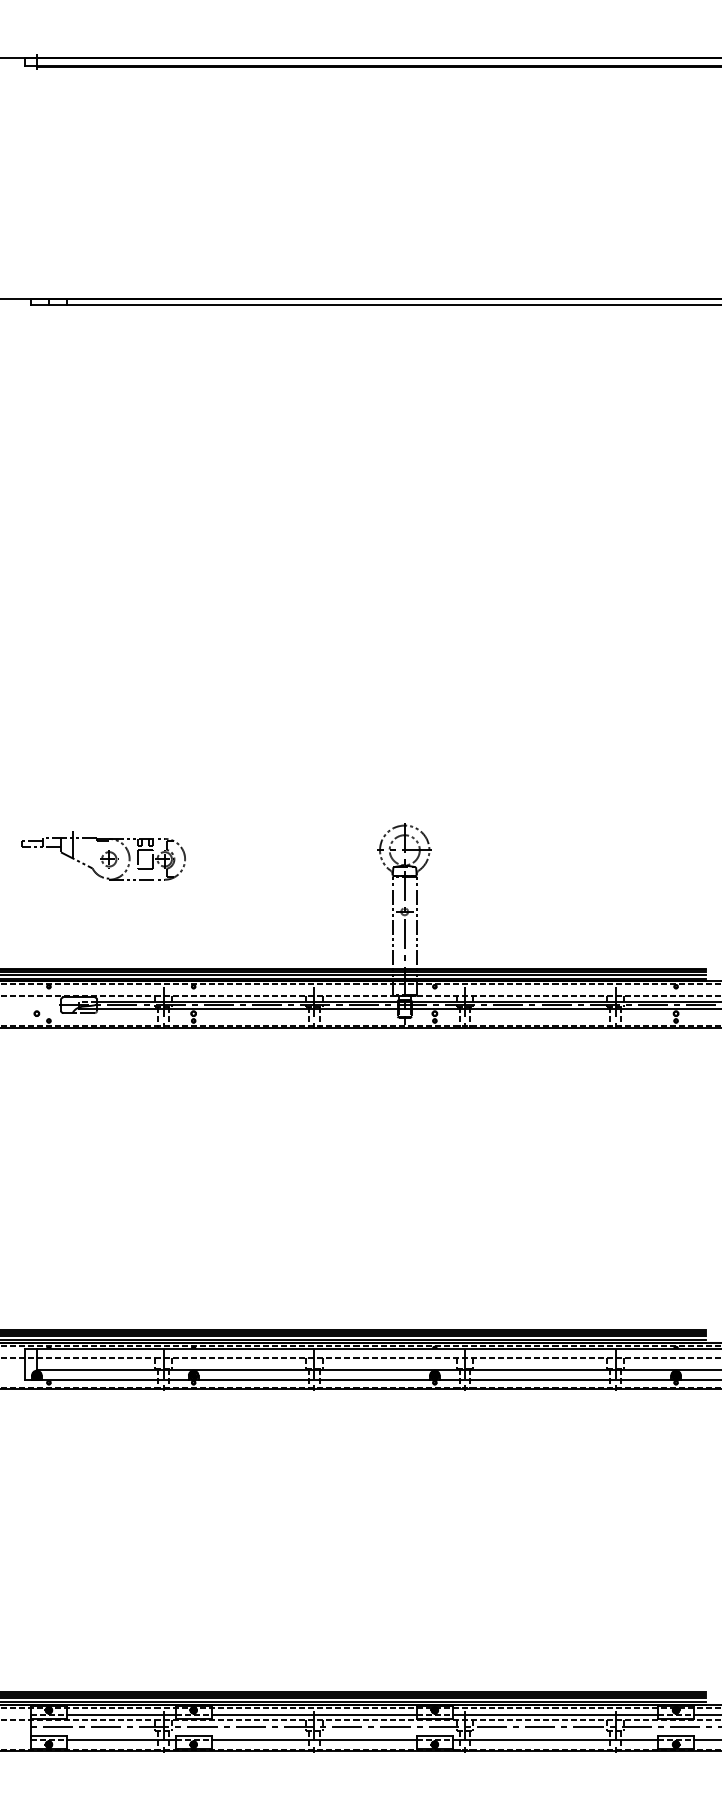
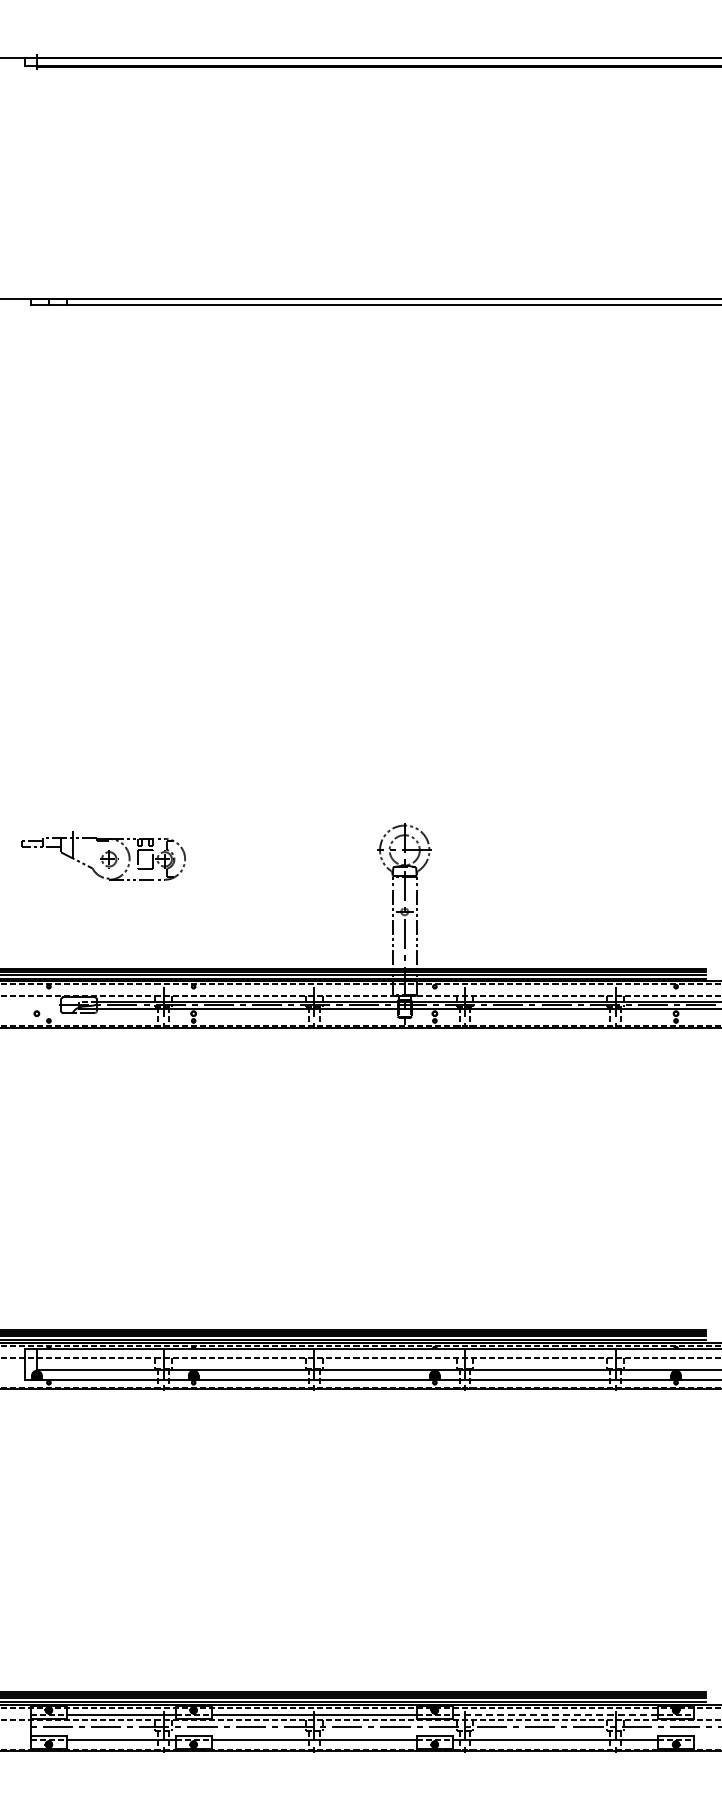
line at (555, 1715): solid -> dashed
line at (706, 1715): present -> none
line at (706, 1739): present -> none
